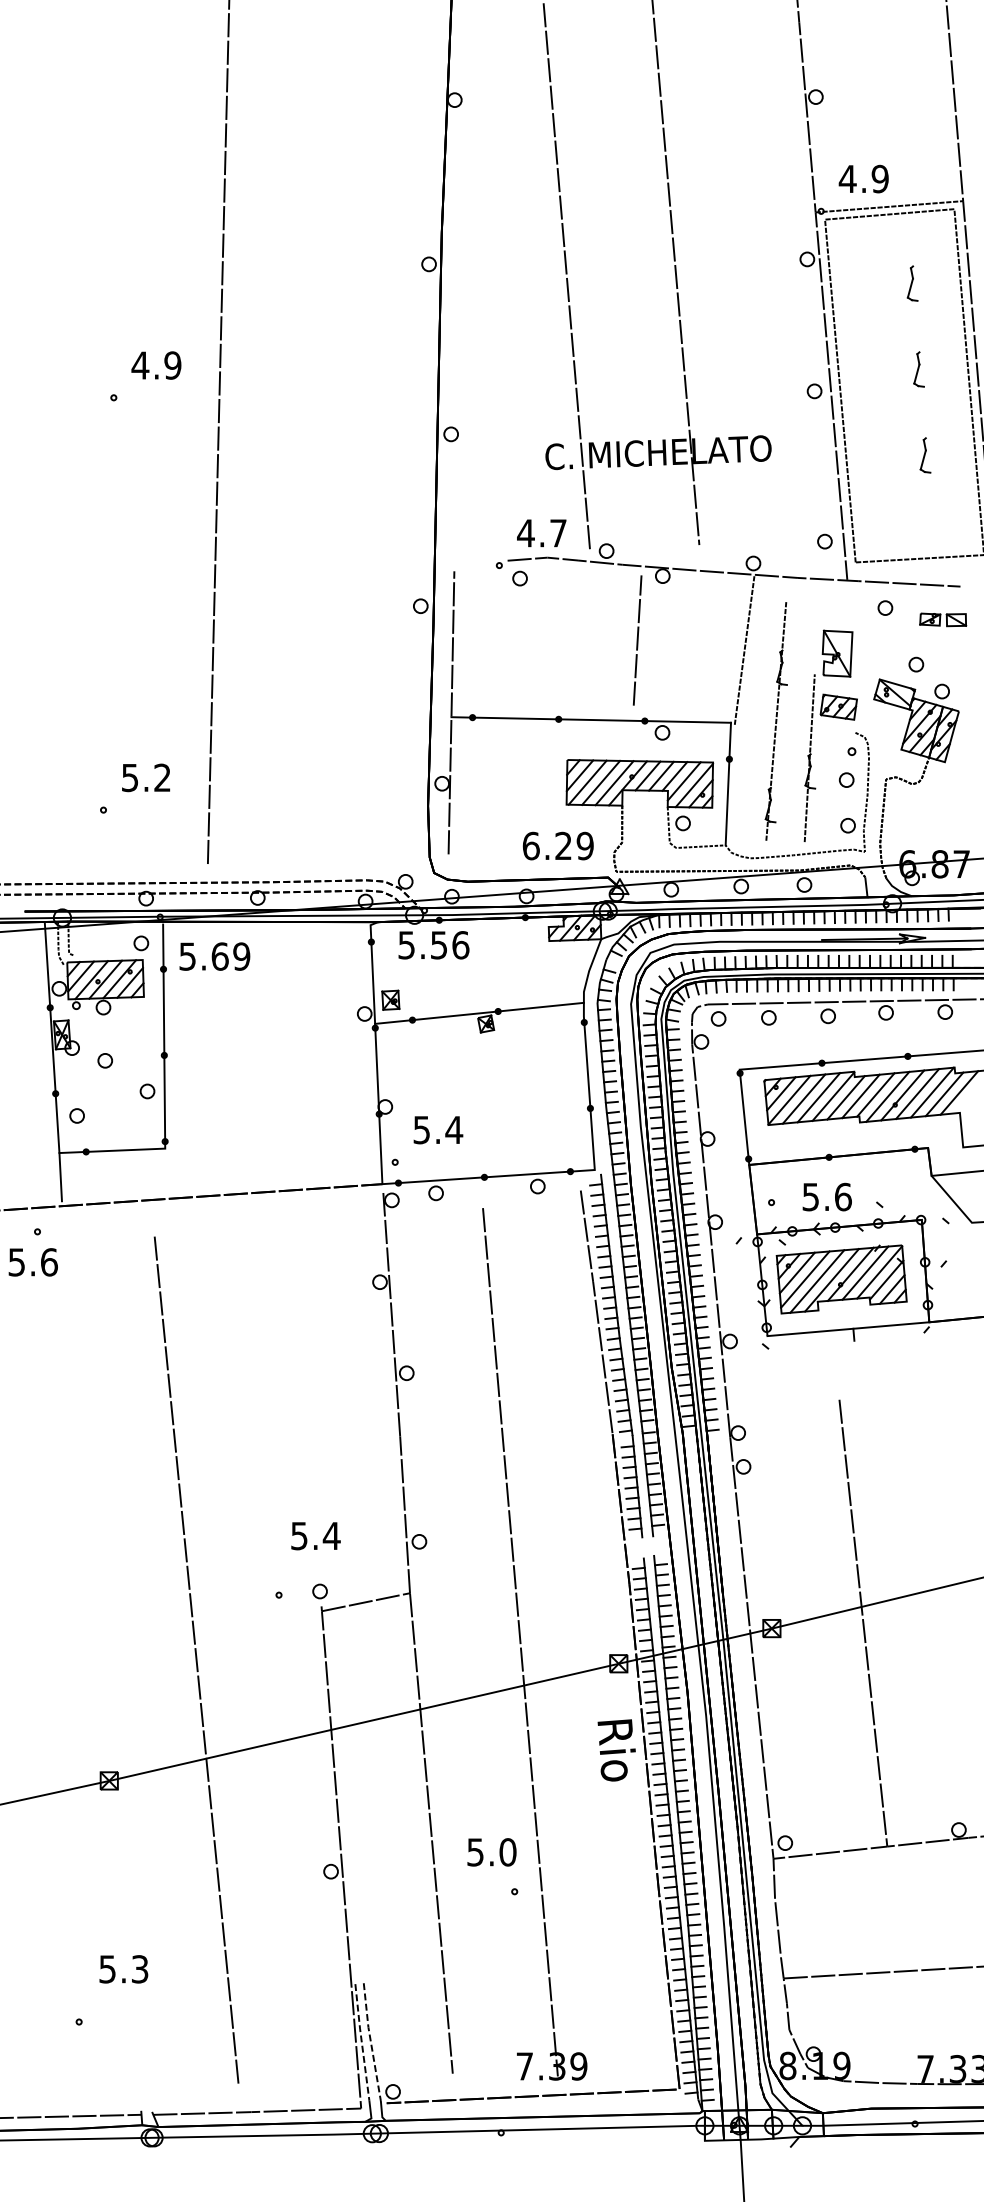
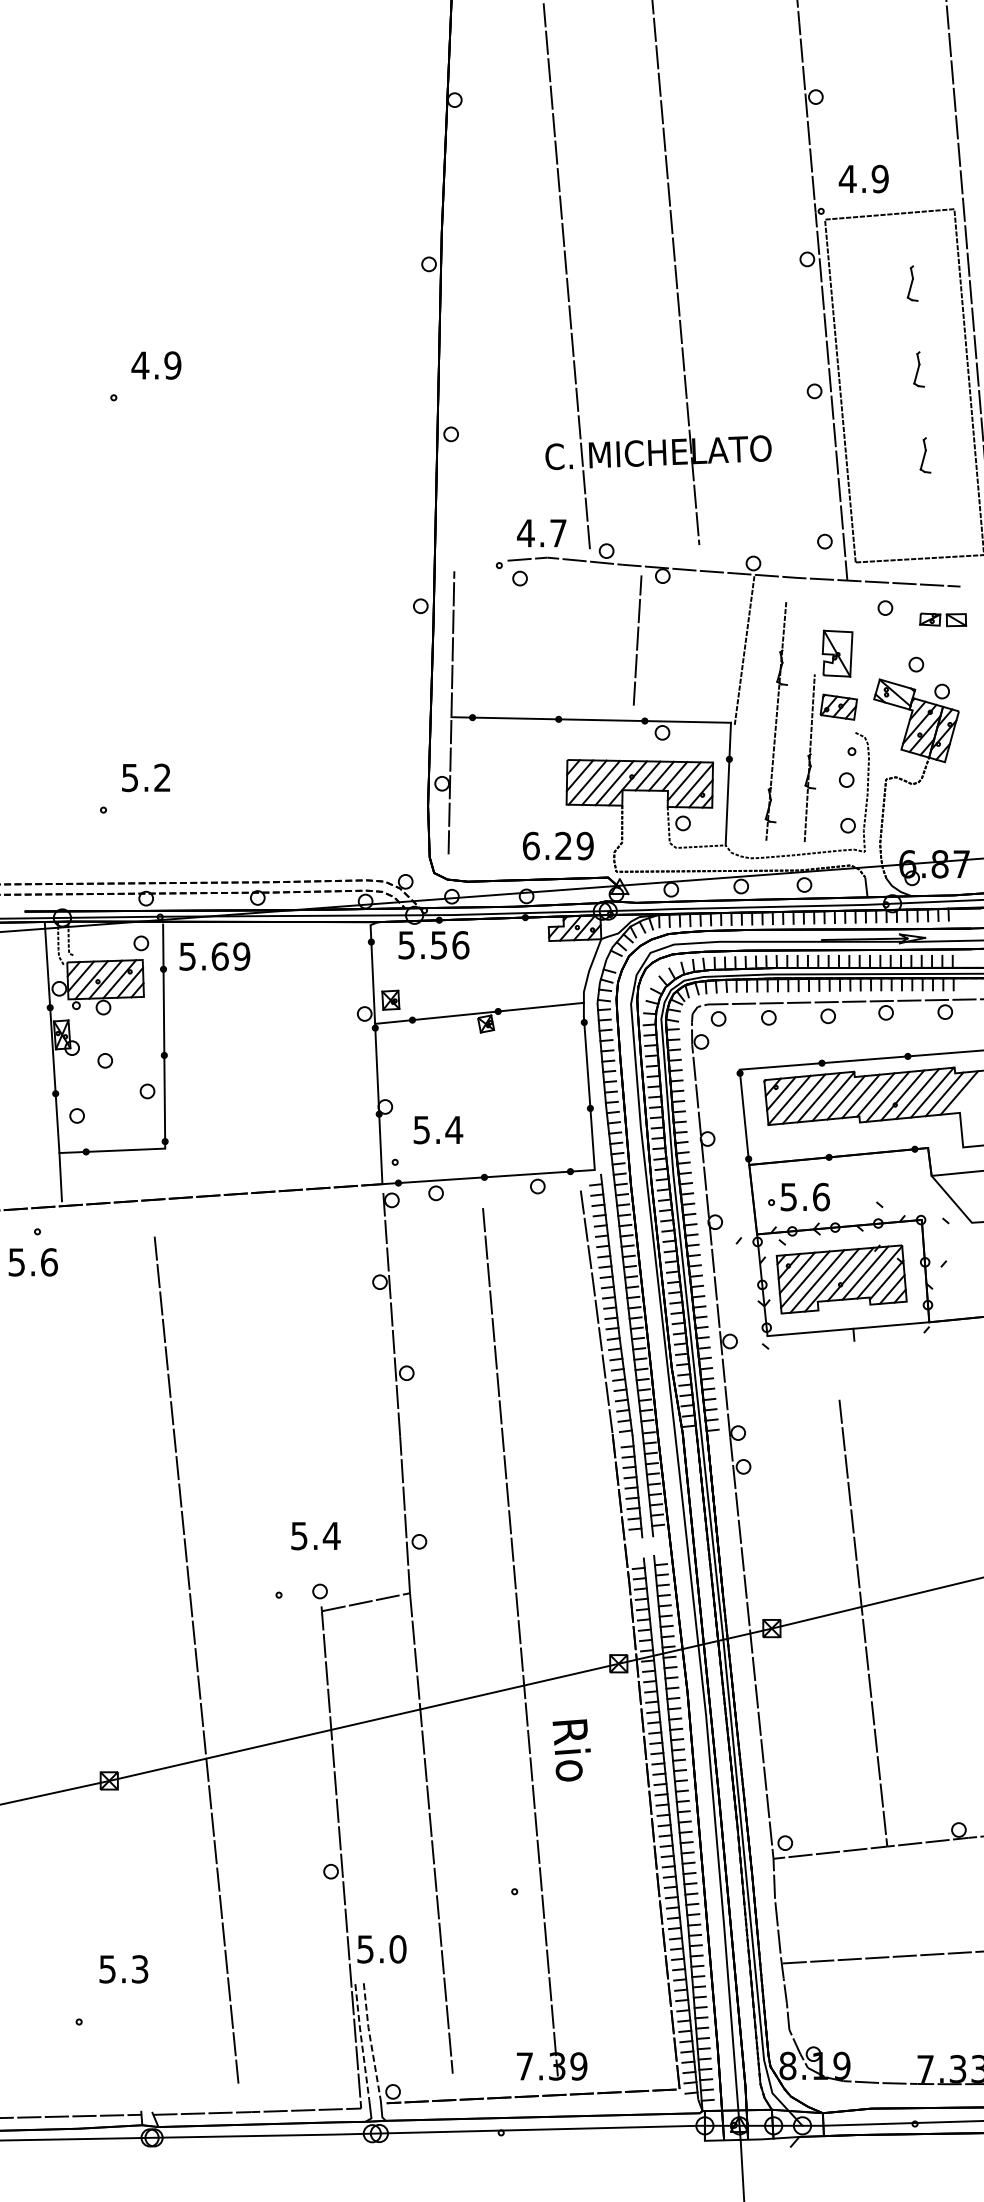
line at (889, 206): present -> none
line at (218, 433): present -> none
text at (826, 1196) position: (826, 1196) -> (804, 1196)
text at (616, 1750) position: (616, 1750) -> (571, 1750)
text at (491, 1852) position: (491, 1852) -> (381, 1949)
line at (881, 1972) position: (881, 1972) -> (881, 1957)
